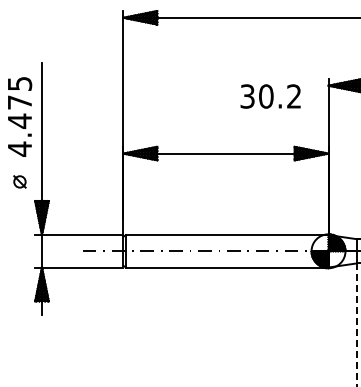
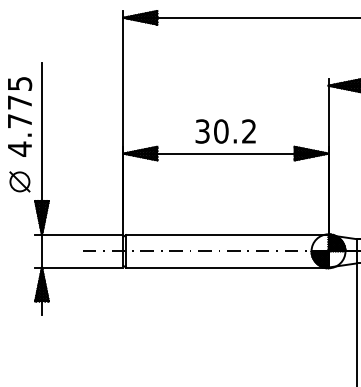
text at (270, 96) position: (270, 96) -> (225, 131)
text at (19, 120): 4.475 -> 4.775
part at (19, 181) size: 14x14 px -> 22x22 px
line at (357, 325): dashed -> solid
